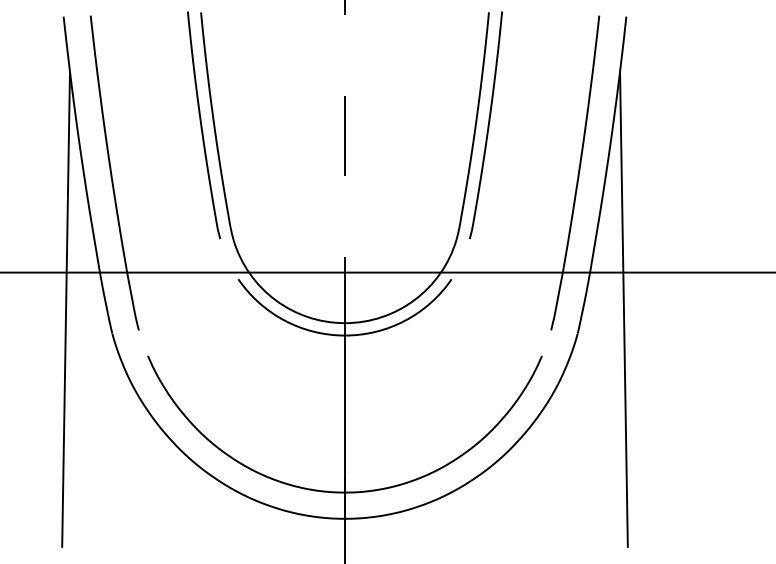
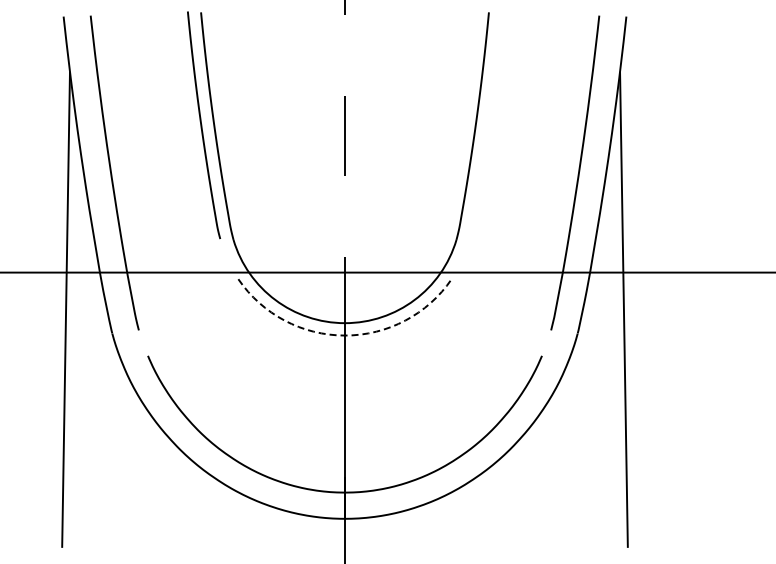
curve at (487, 125): present -> none
arc at (345, 335): solid -> dashed
